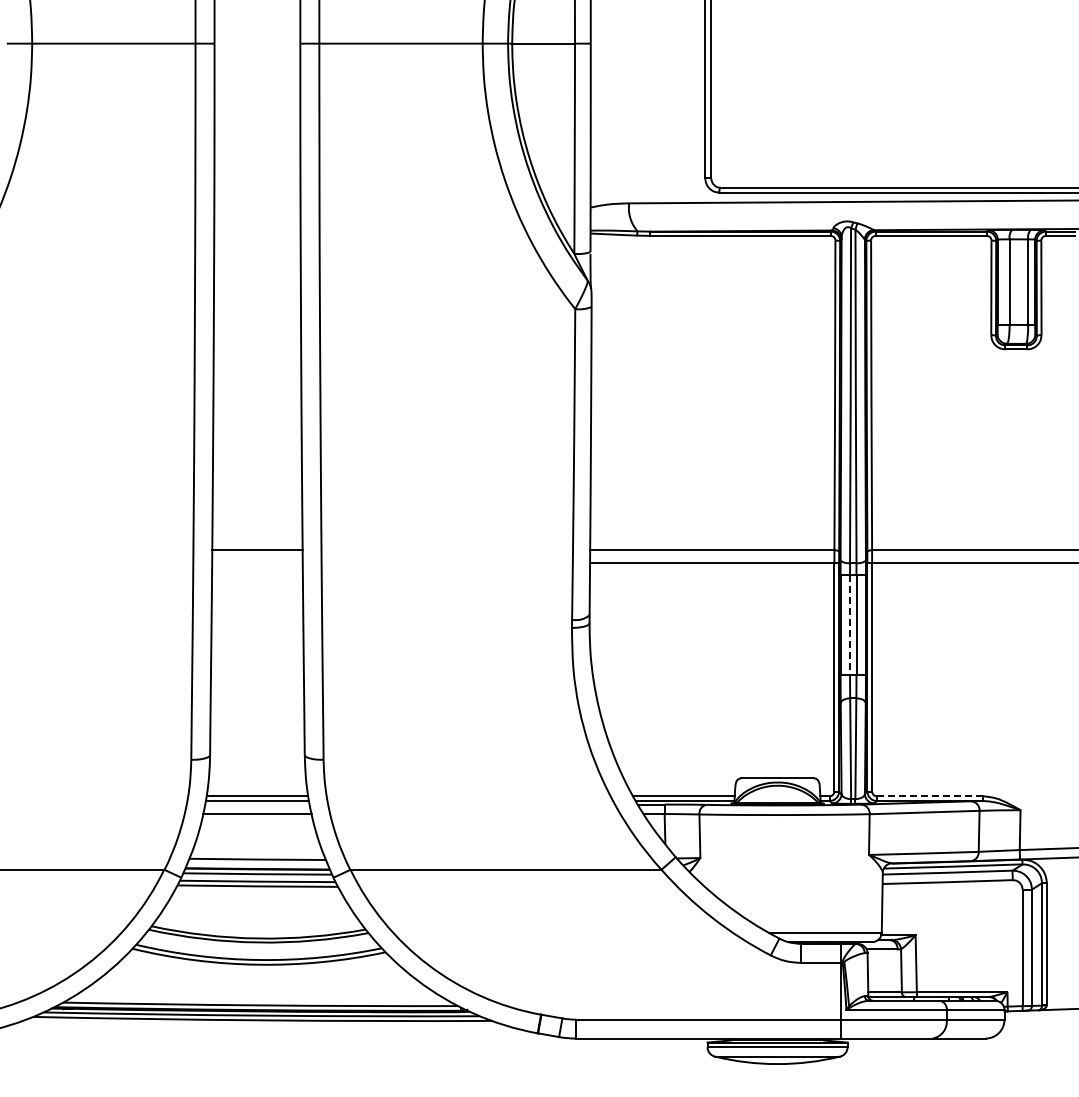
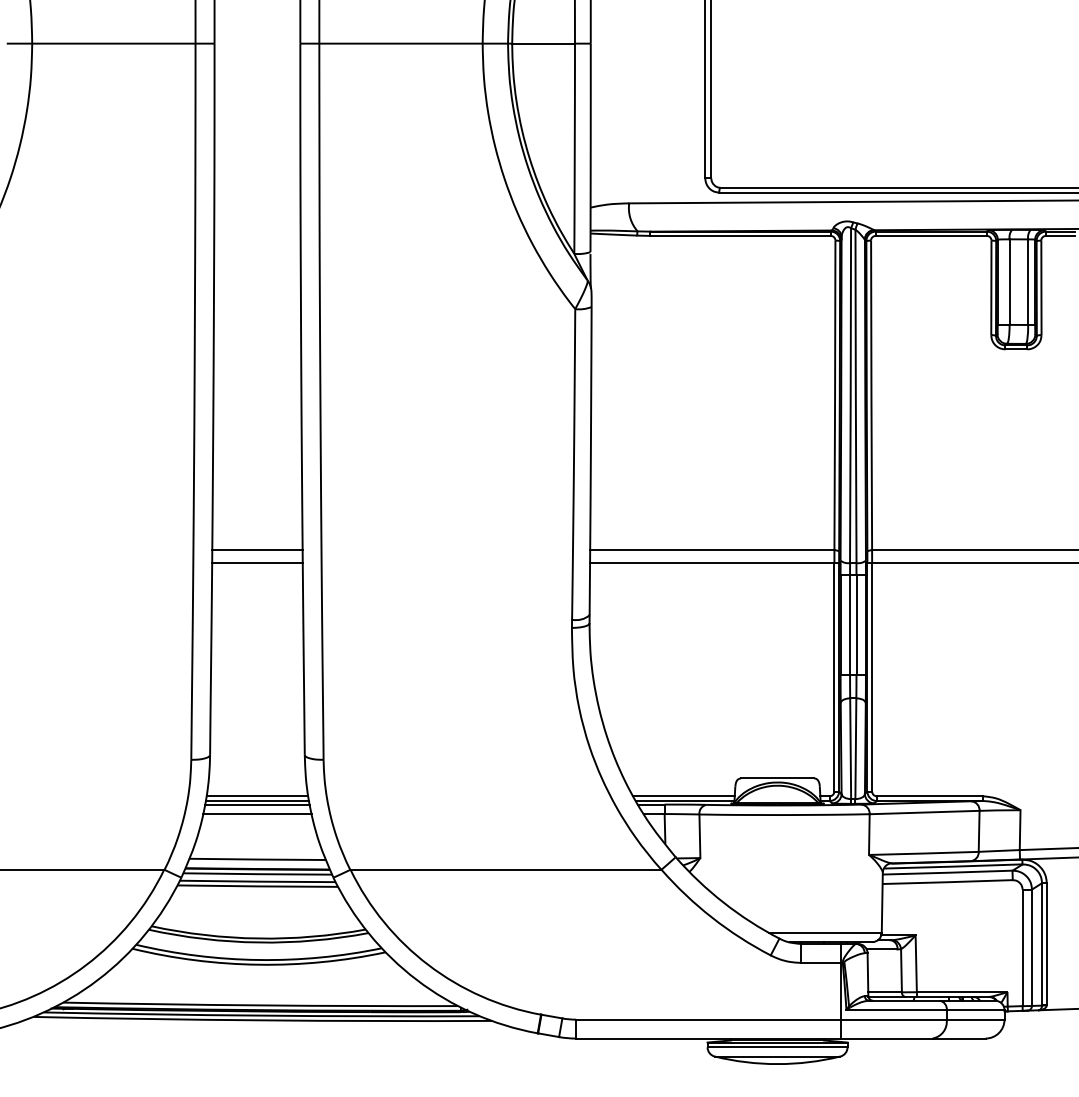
line at (257, 562): none -> present
line at (850, 624): dashed -> solid
line at (930, 796): dashed -> solid
line at (257, 804): none -> present
